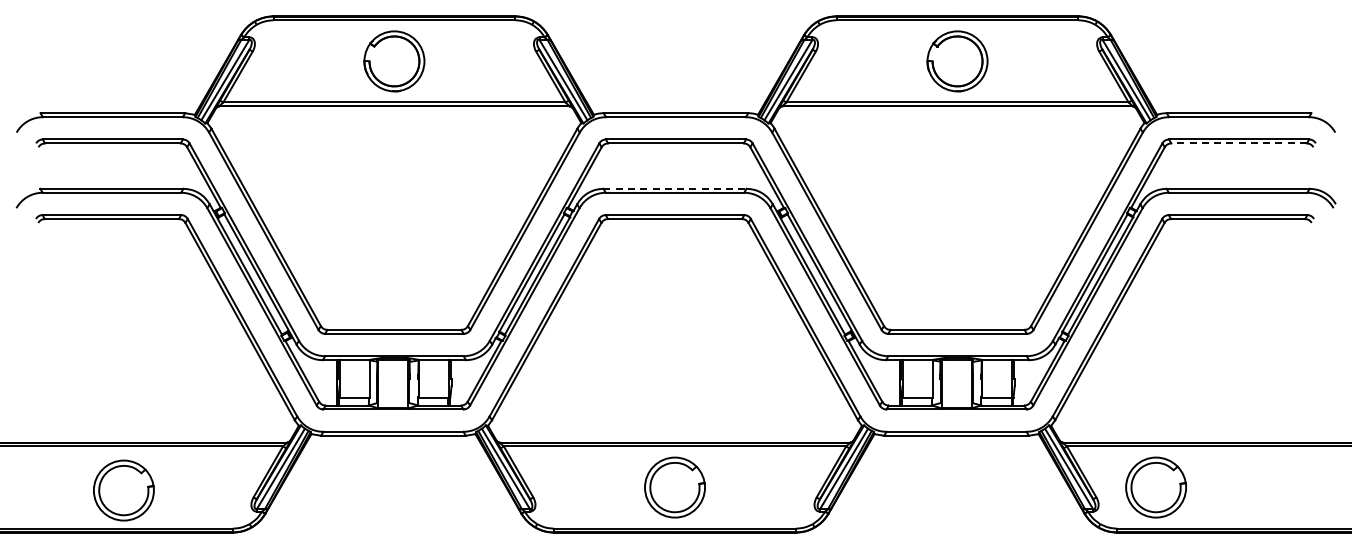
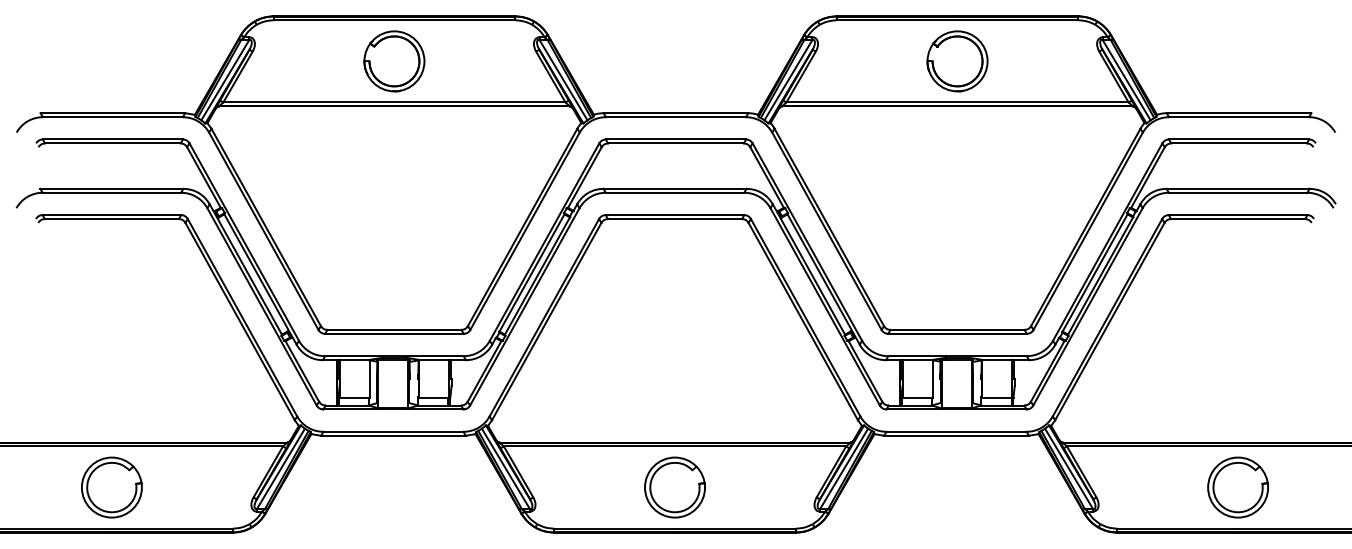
line at (1239, 143): dashed -> solid
line at (675, 188): dashed -> solid
part at (1155, 487) position: (1155, 487) -> (1237, 487)
part at (123, 490) position: (123, 490) -> (111, 487)
